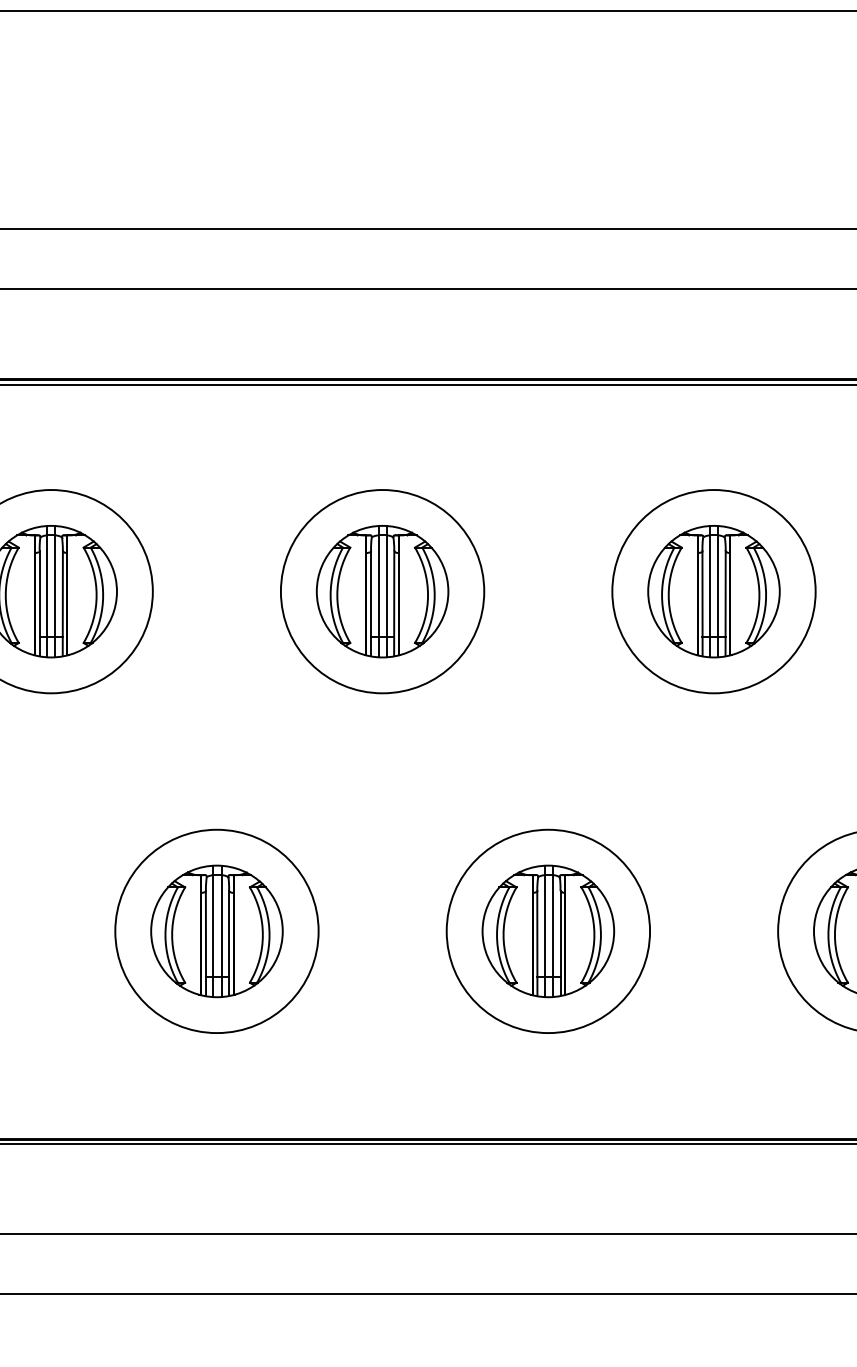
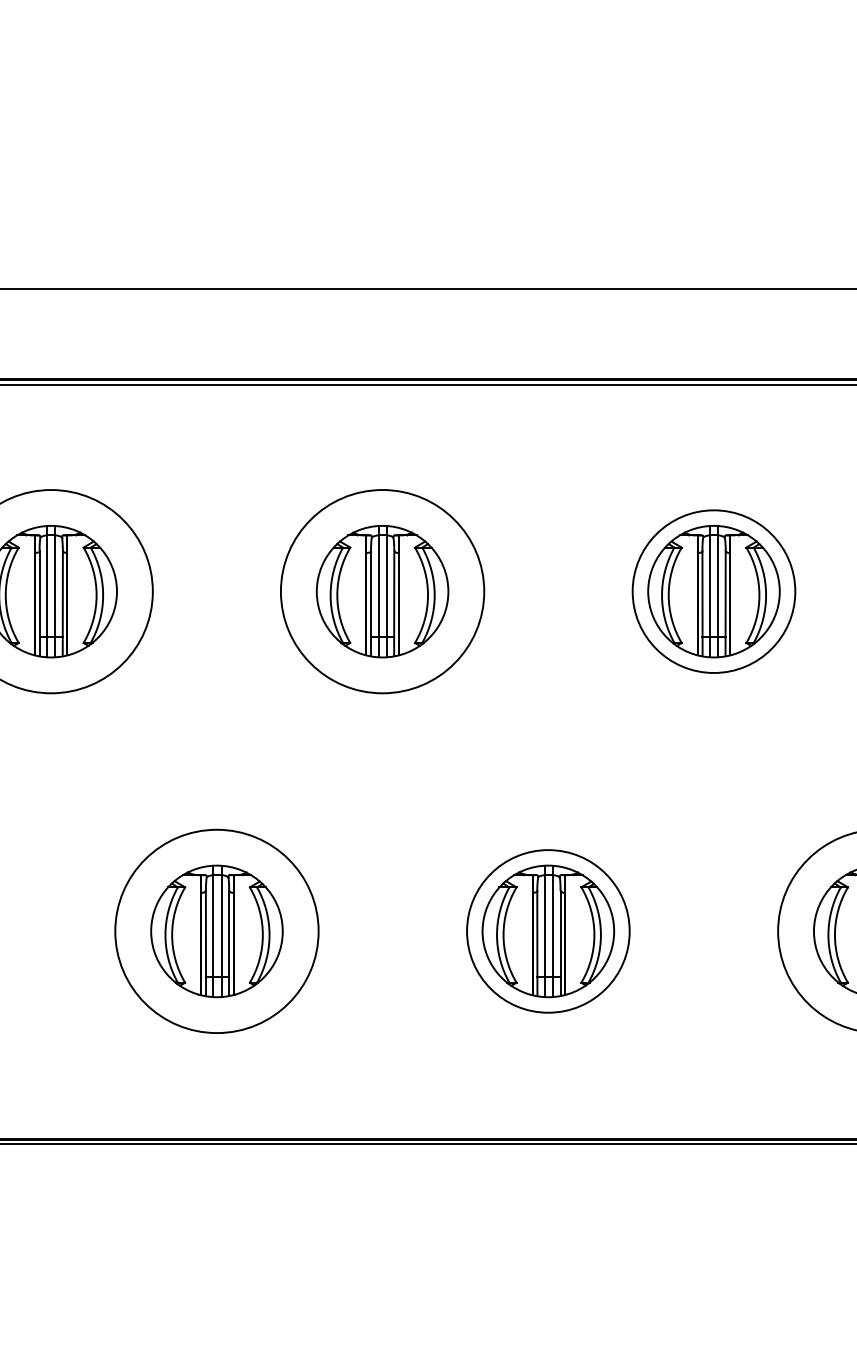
line at (427, 10): present -> none
line at (427, 229): present -> none
circle at (713, 591) diameter: 203 px -> 163 px
circle at (548, 931) diameter: 203 px -> 163 px
line at (427, 1234): present -> none
line at (427, 1293): present -> none
